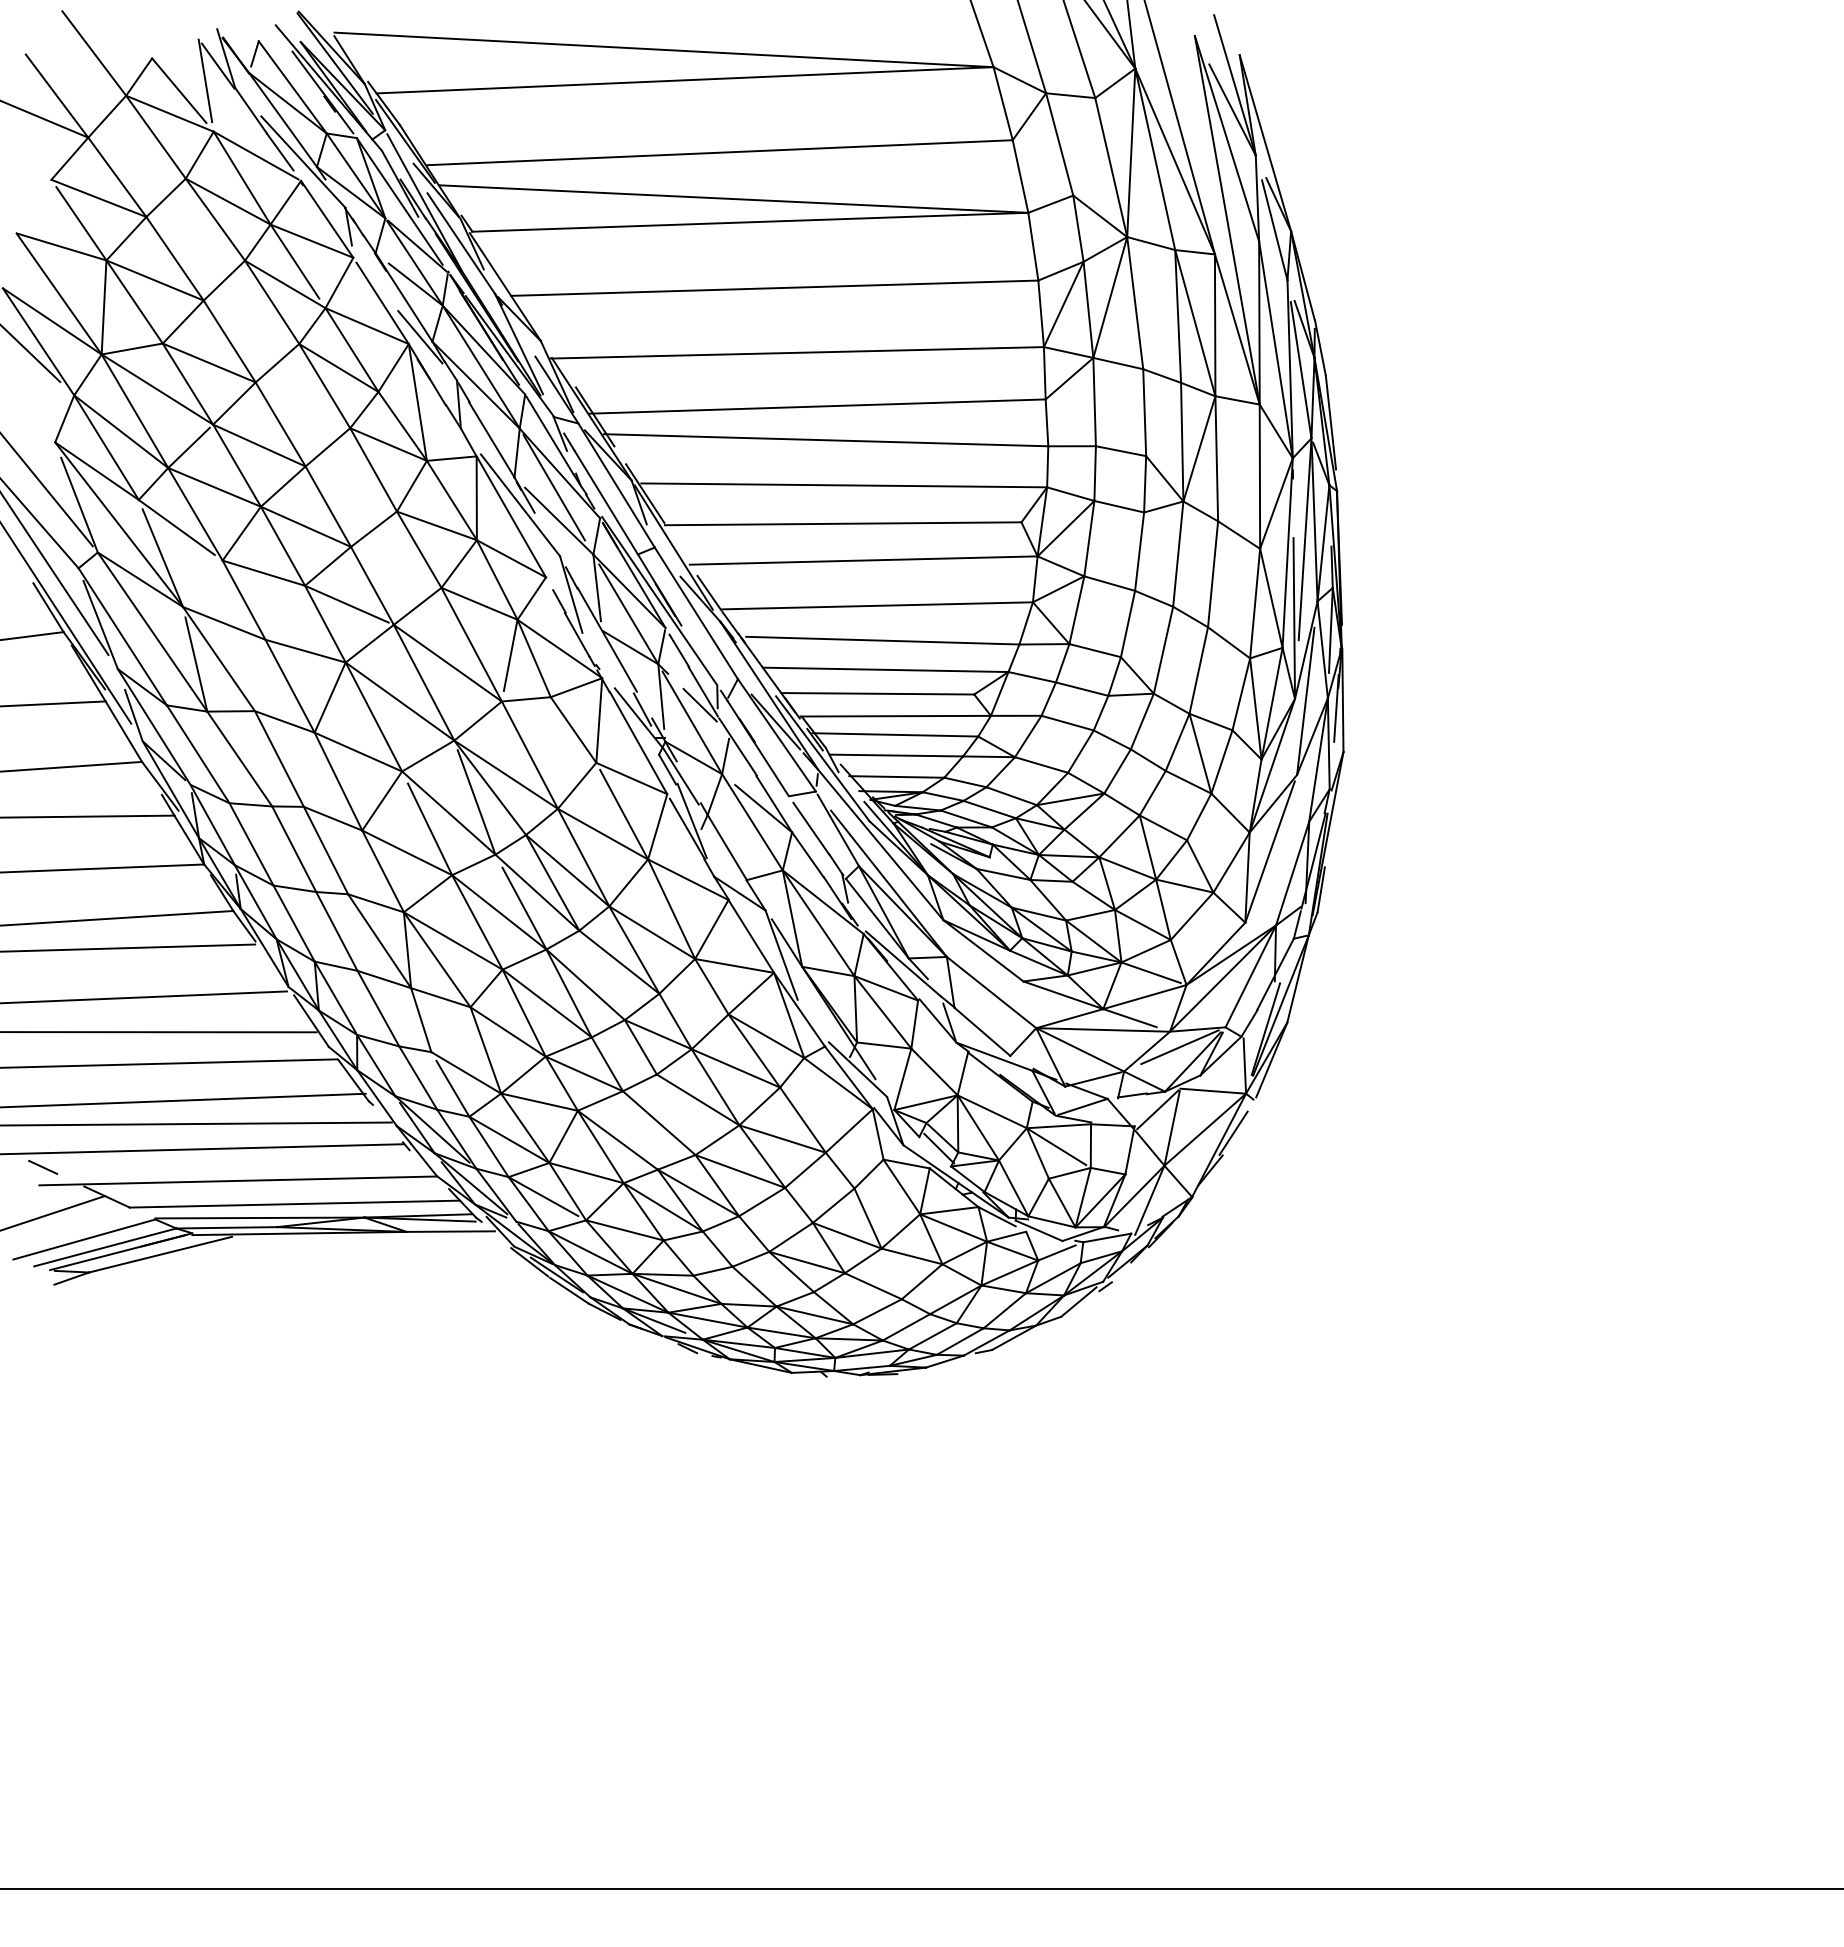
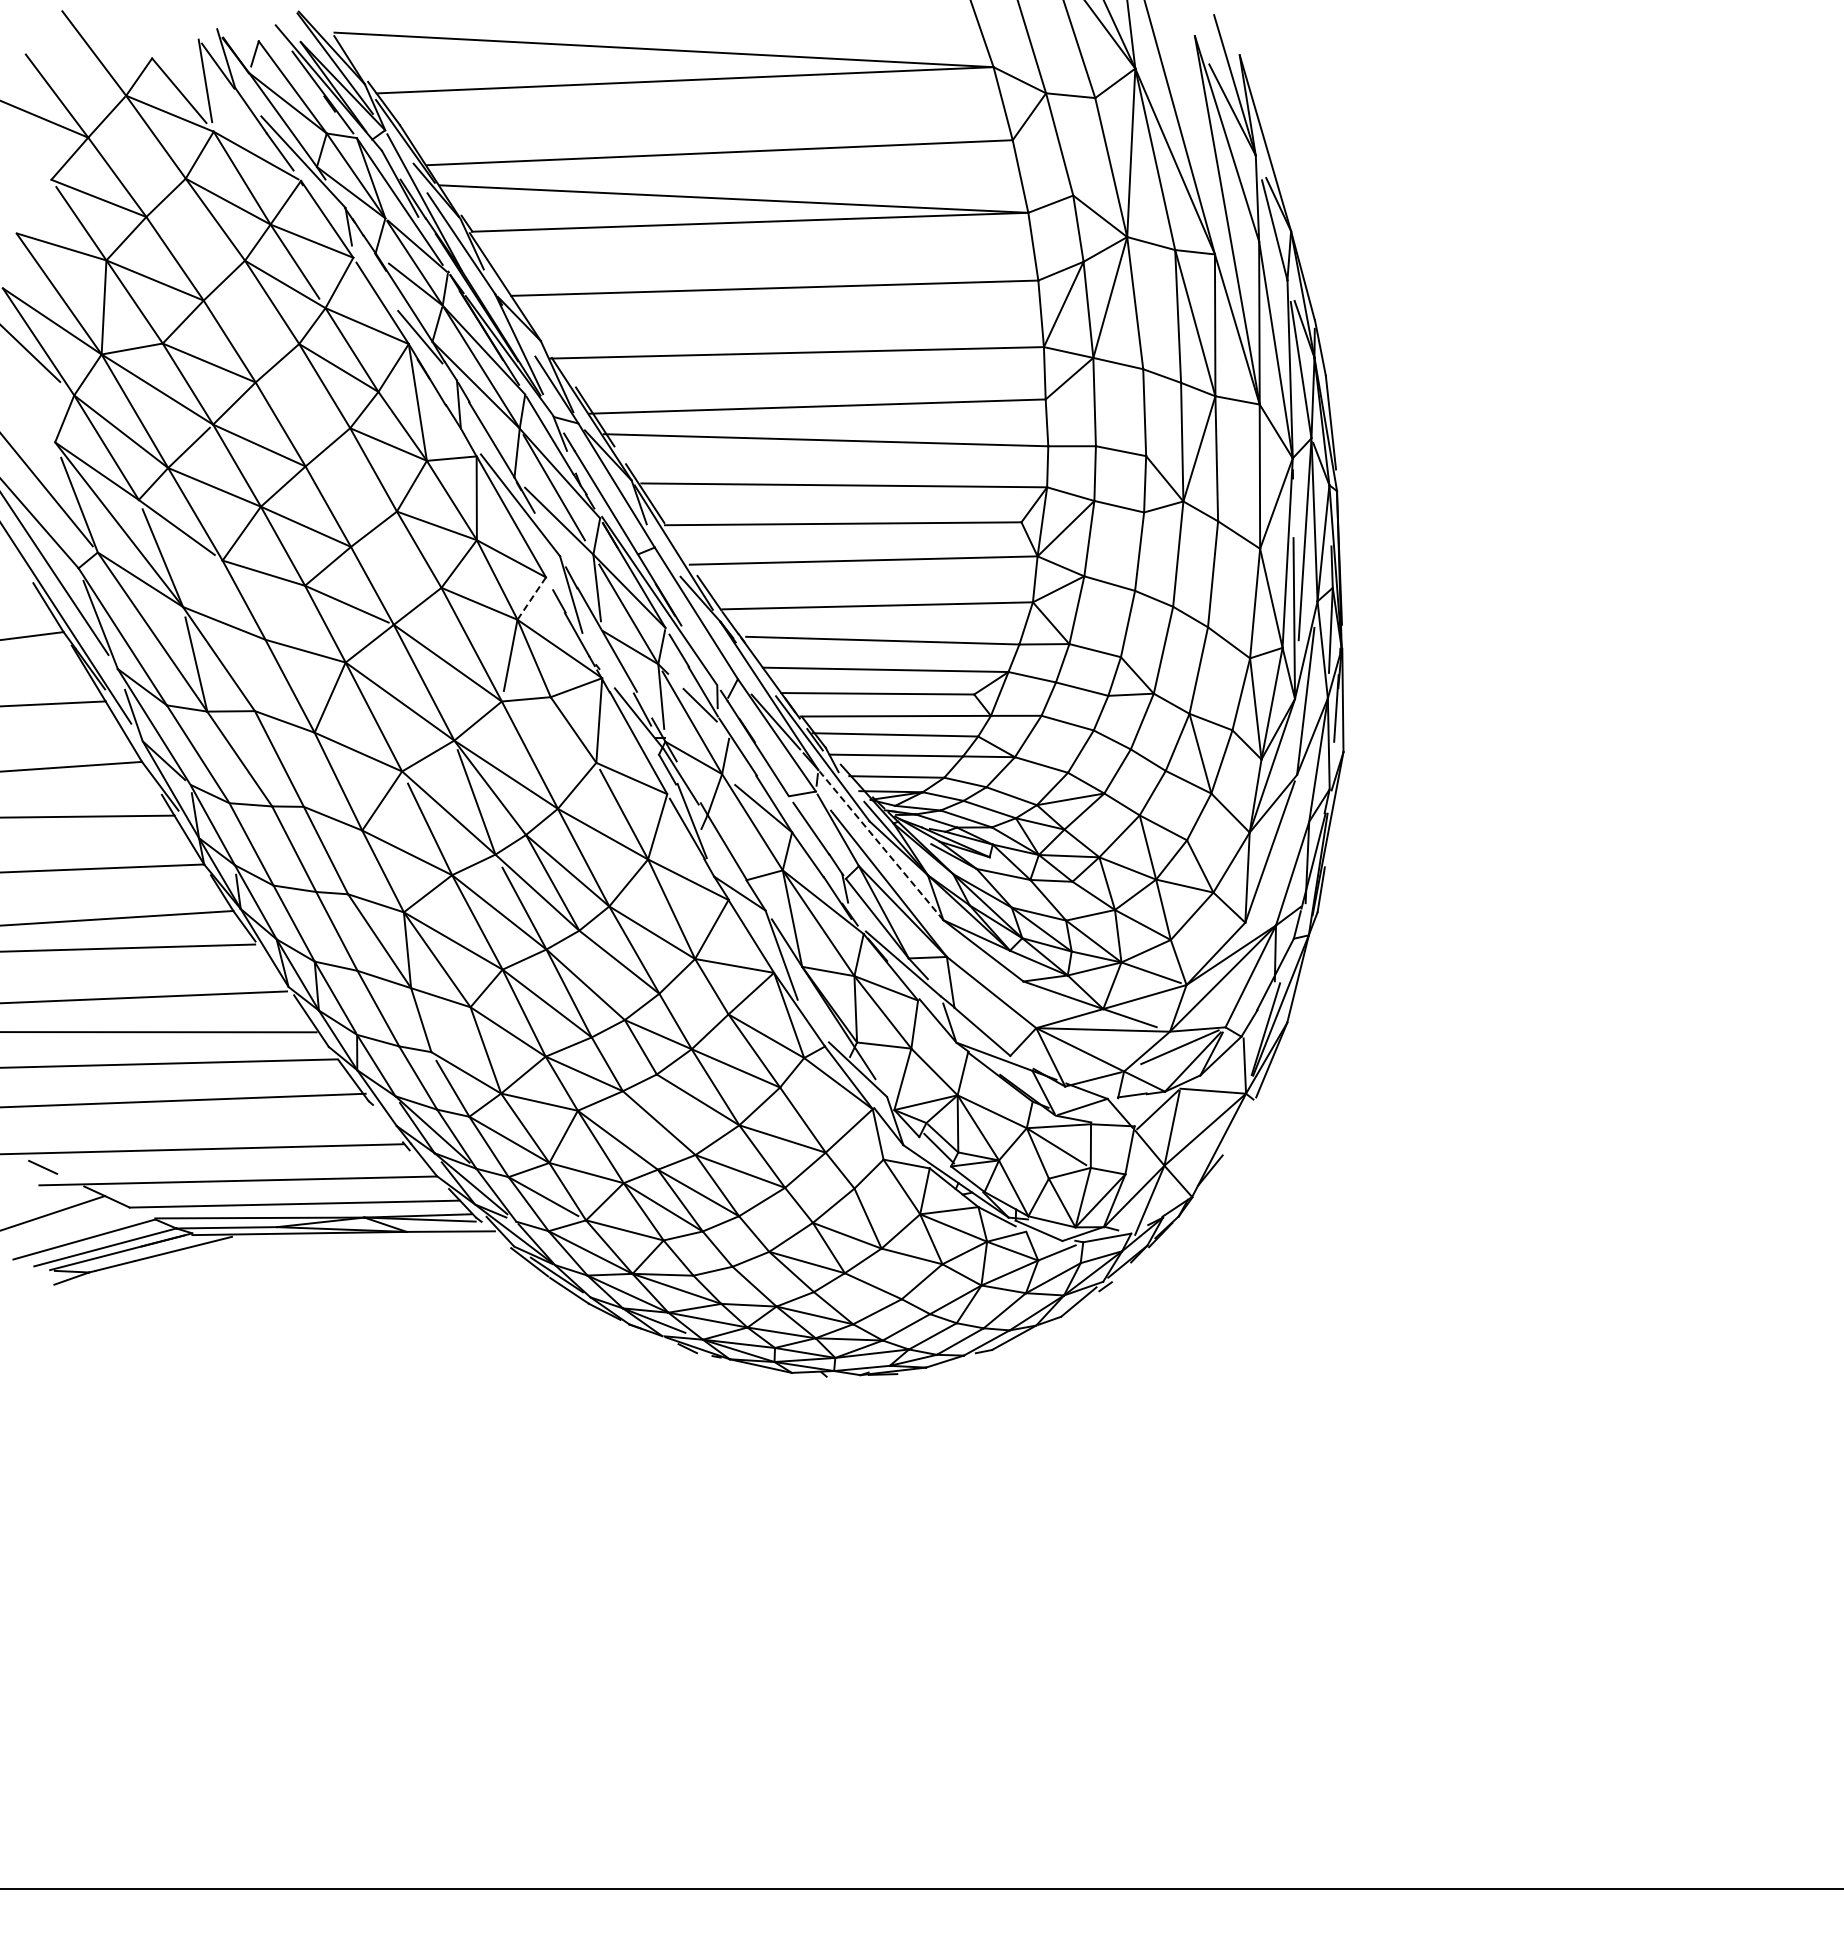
line at (531, 598): solid -> dashed
line at (881, 845): solid -> dashed
line at (196, 1123): present -> none
line at (1233, 1132): present -> none
